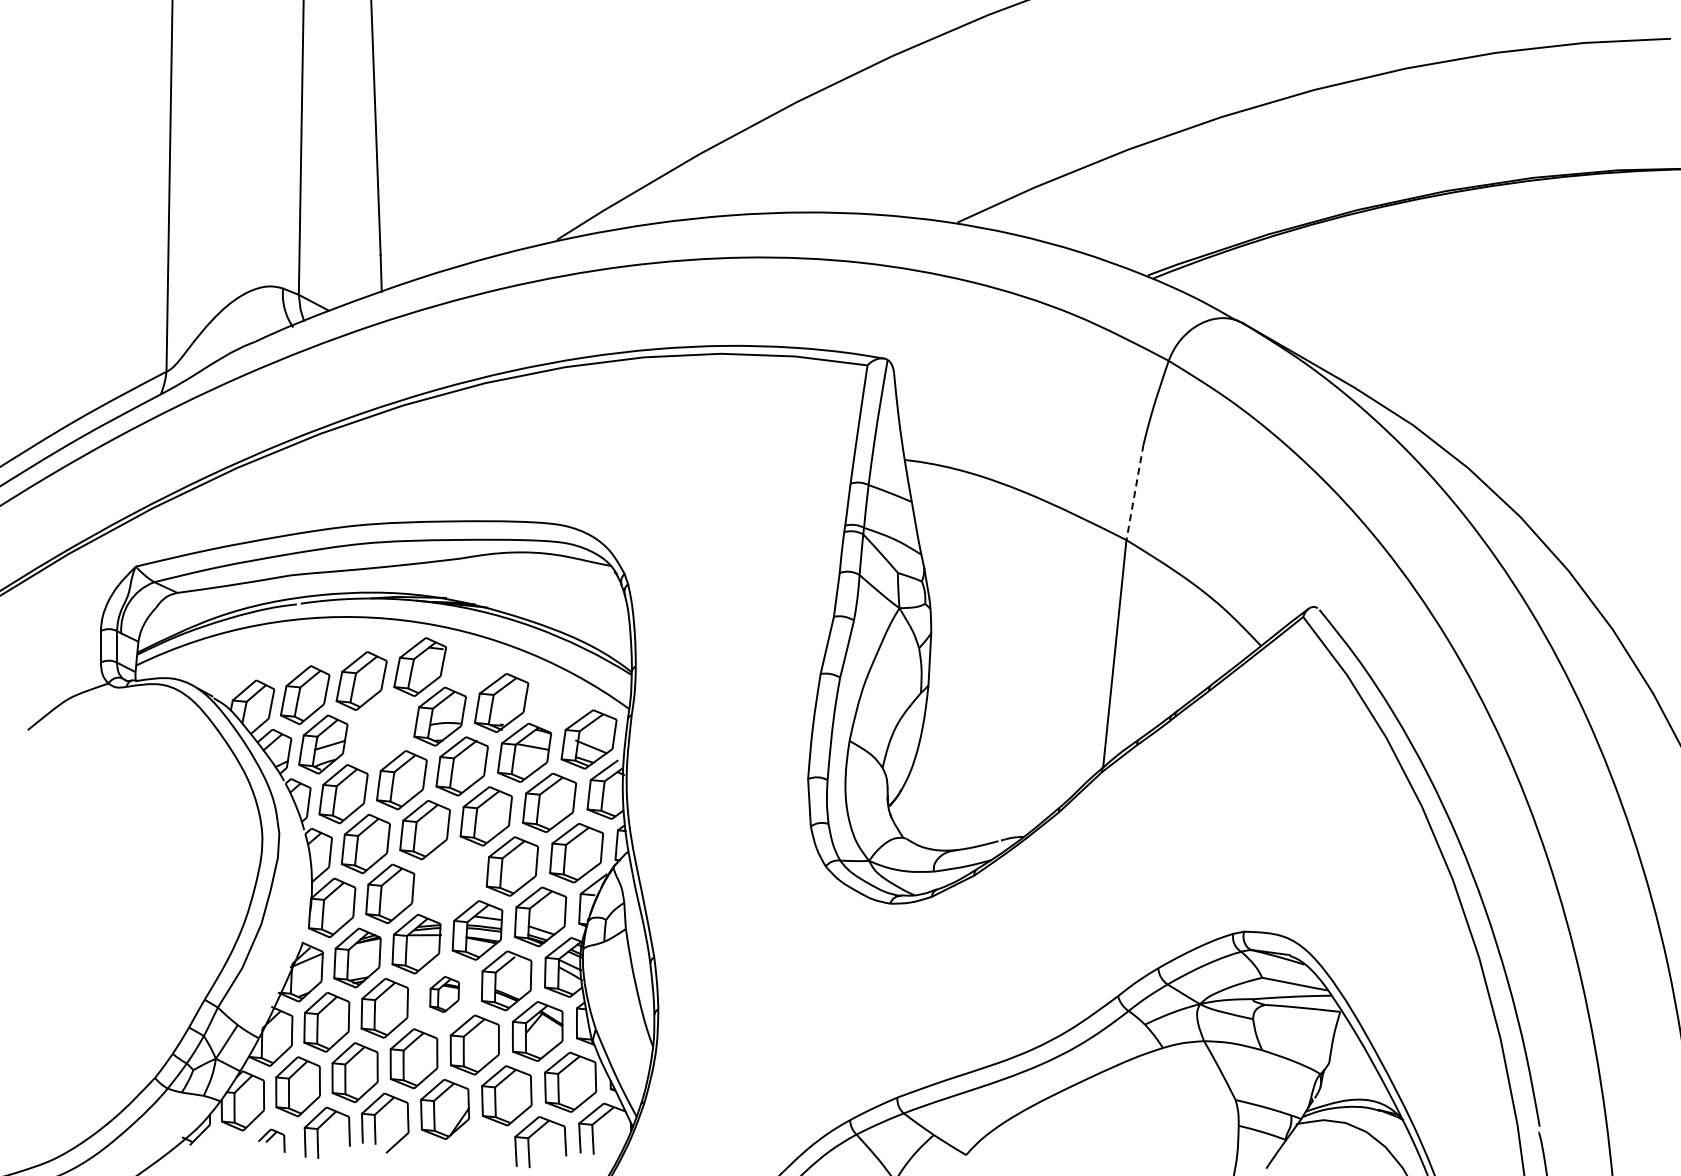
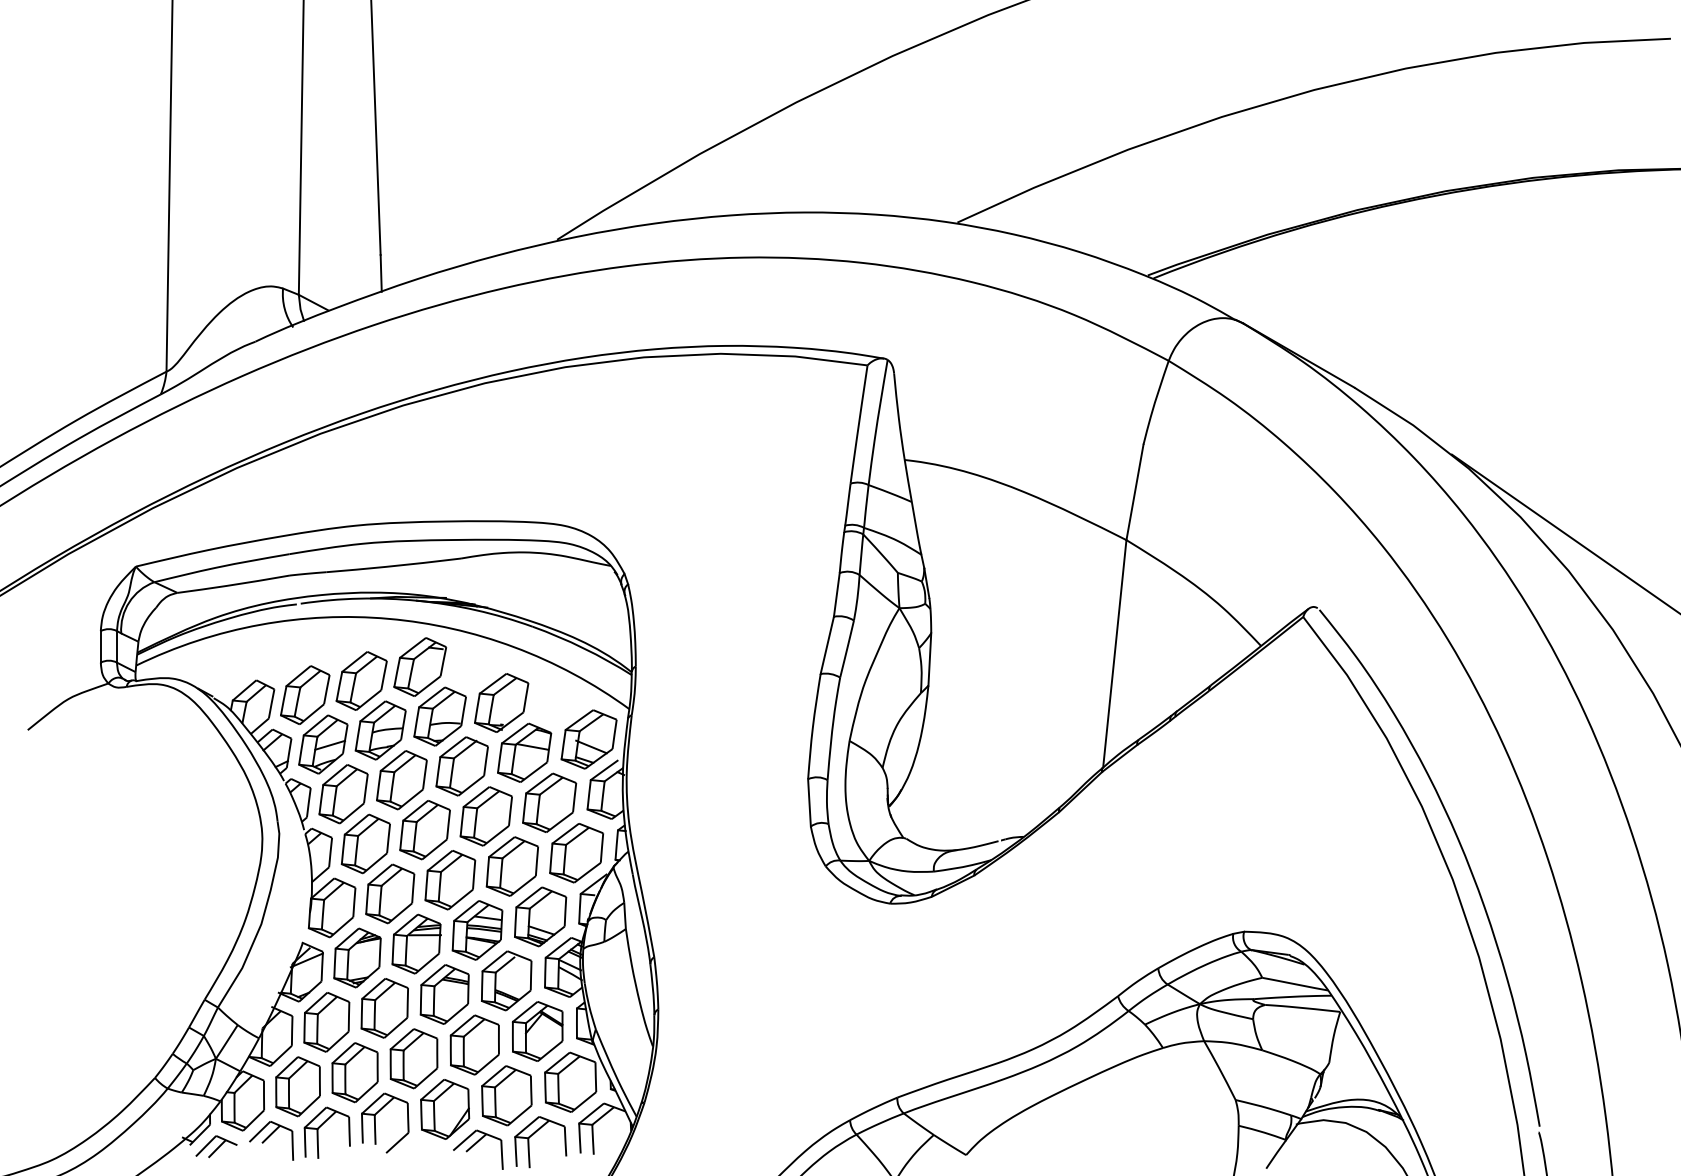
line at (1134, 492): dashed -> solid
line at (1564, 533): none -> present
part at (380, 730): none -> present
part at (450, 880): none -> present
part at (444, 994) size: 31x37 px -> 51x61 px
part at (271, 1140) size: 28x25 px -> 46x40 px
part at (216, 1146): none -> present
part at (478, 1149): none -> present
